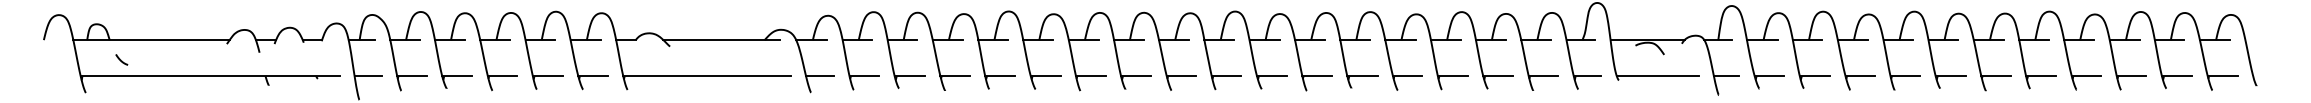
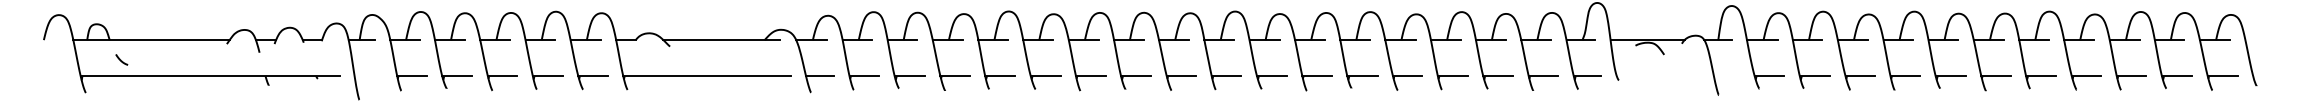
line at (367, 76): present -> none
line at (1657, 76): present -> none
line at (1726, 76): present -> none
